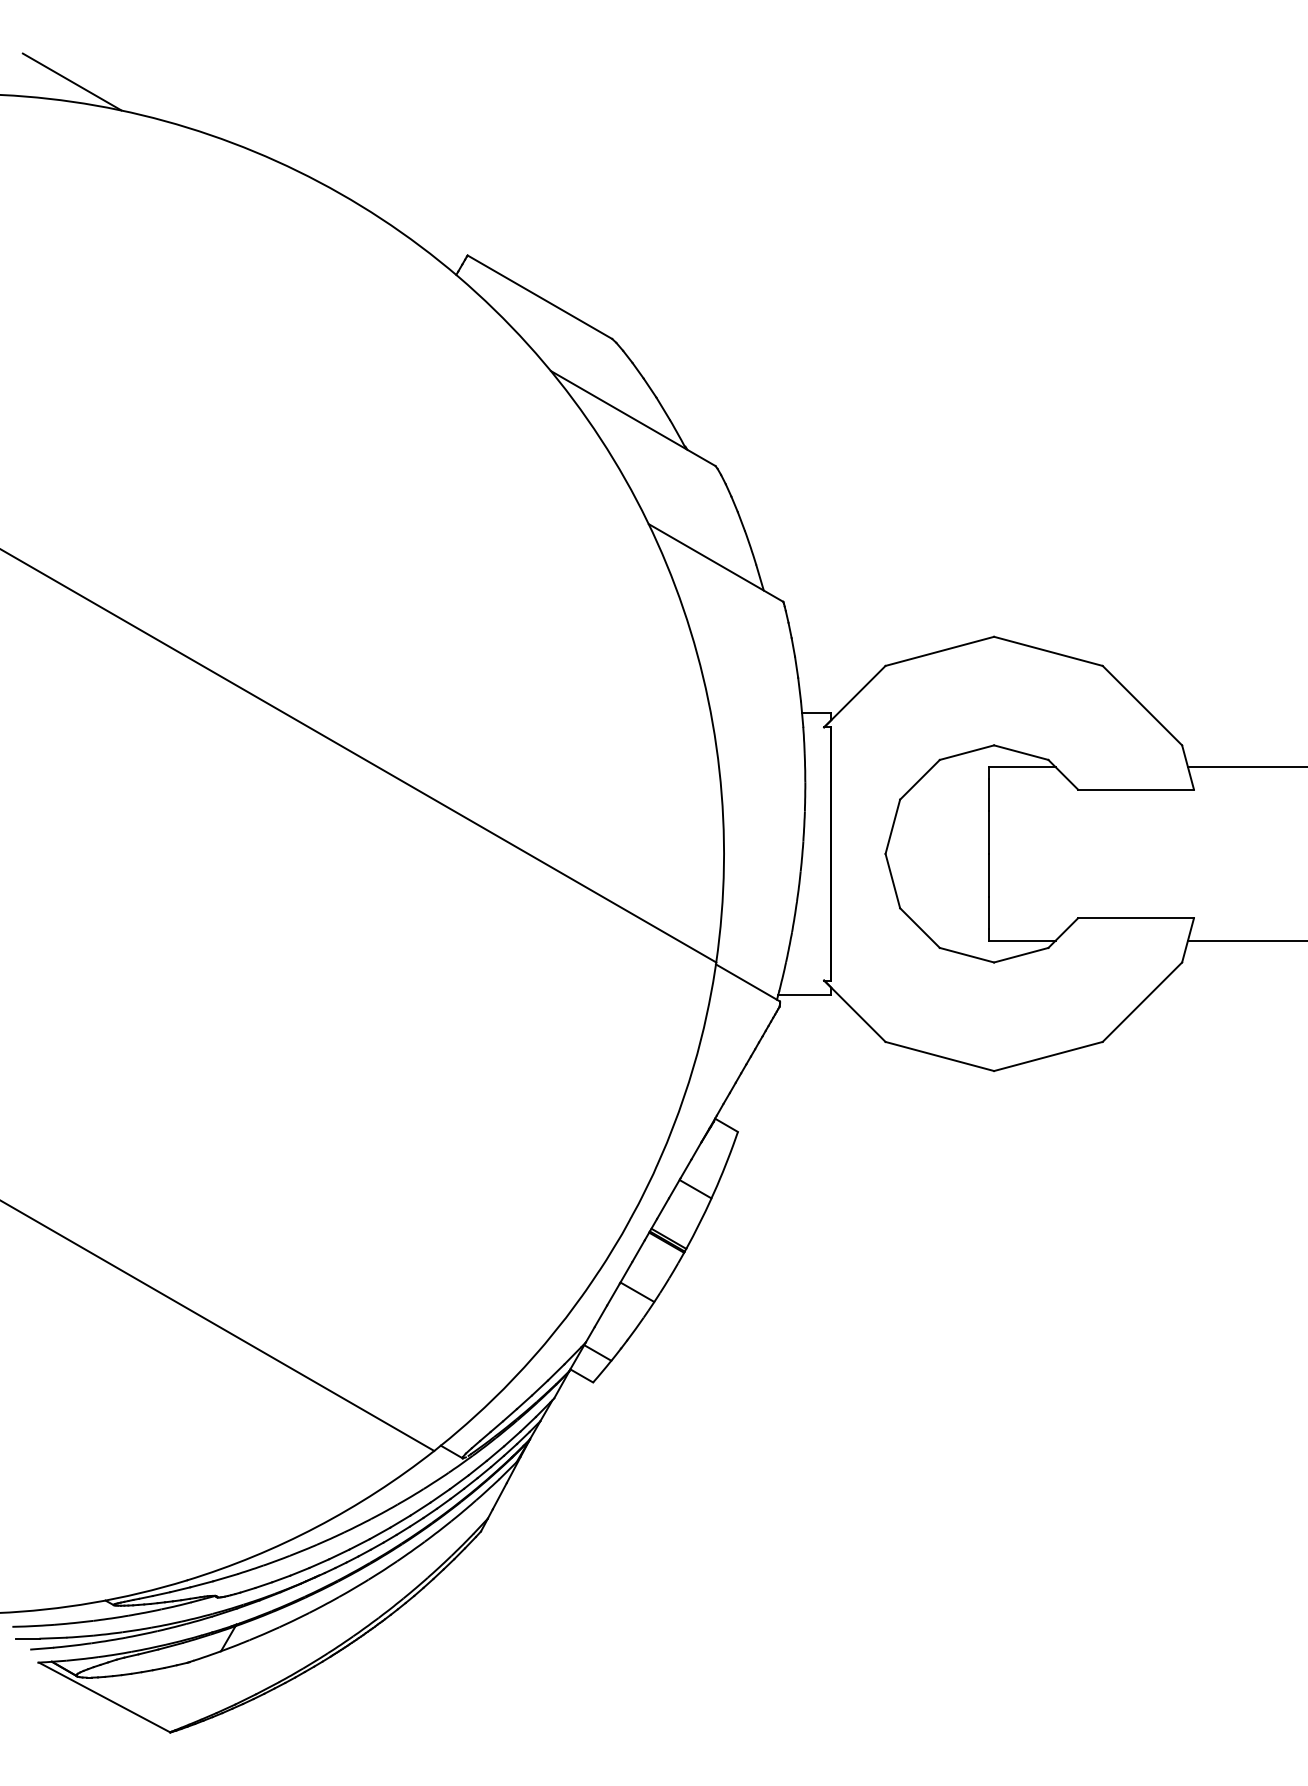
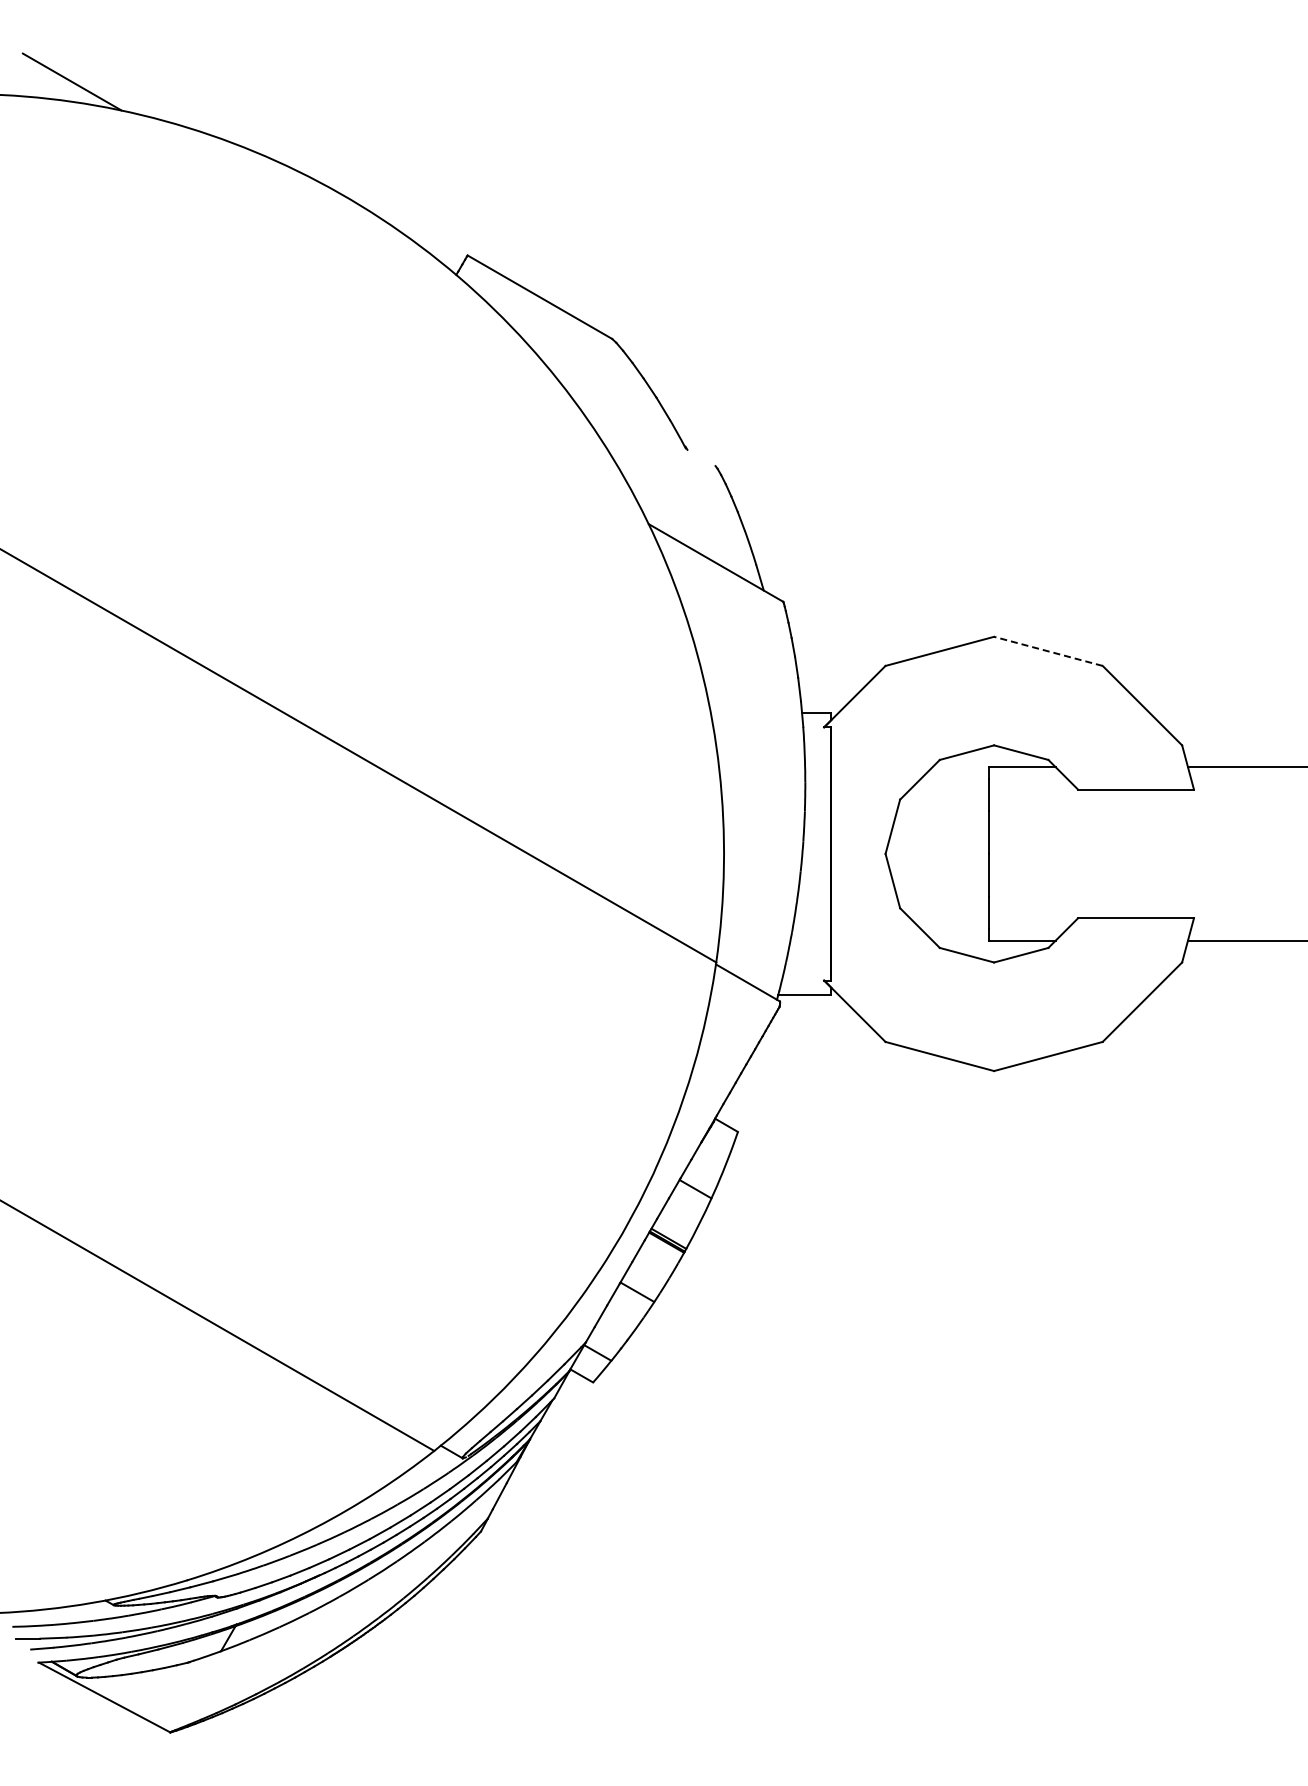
line at (633, 418): present -> none
line at (1047, 651): solid -> dashed
